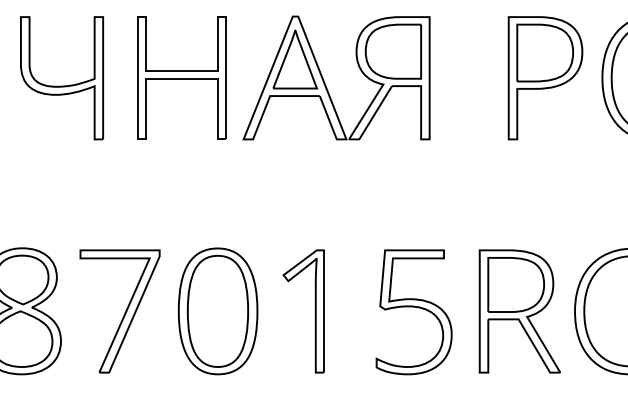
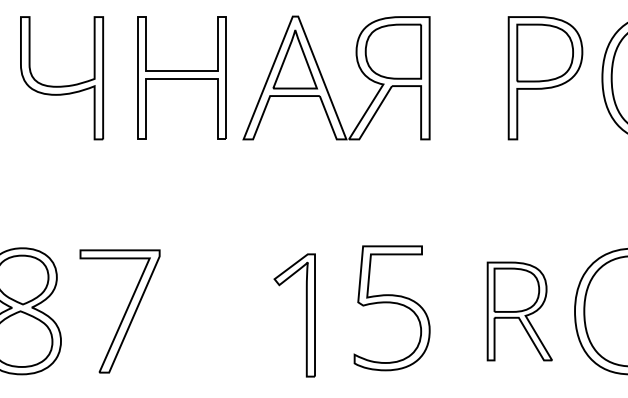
part at (217, 311): present -> none
part at (314, 311) position: (314, 311) -> (305, 315)
part at (519, 311) size: 83x125 px -> 67x101 px
part at (413, 312) position: (413, 312) -> (391, 308)
